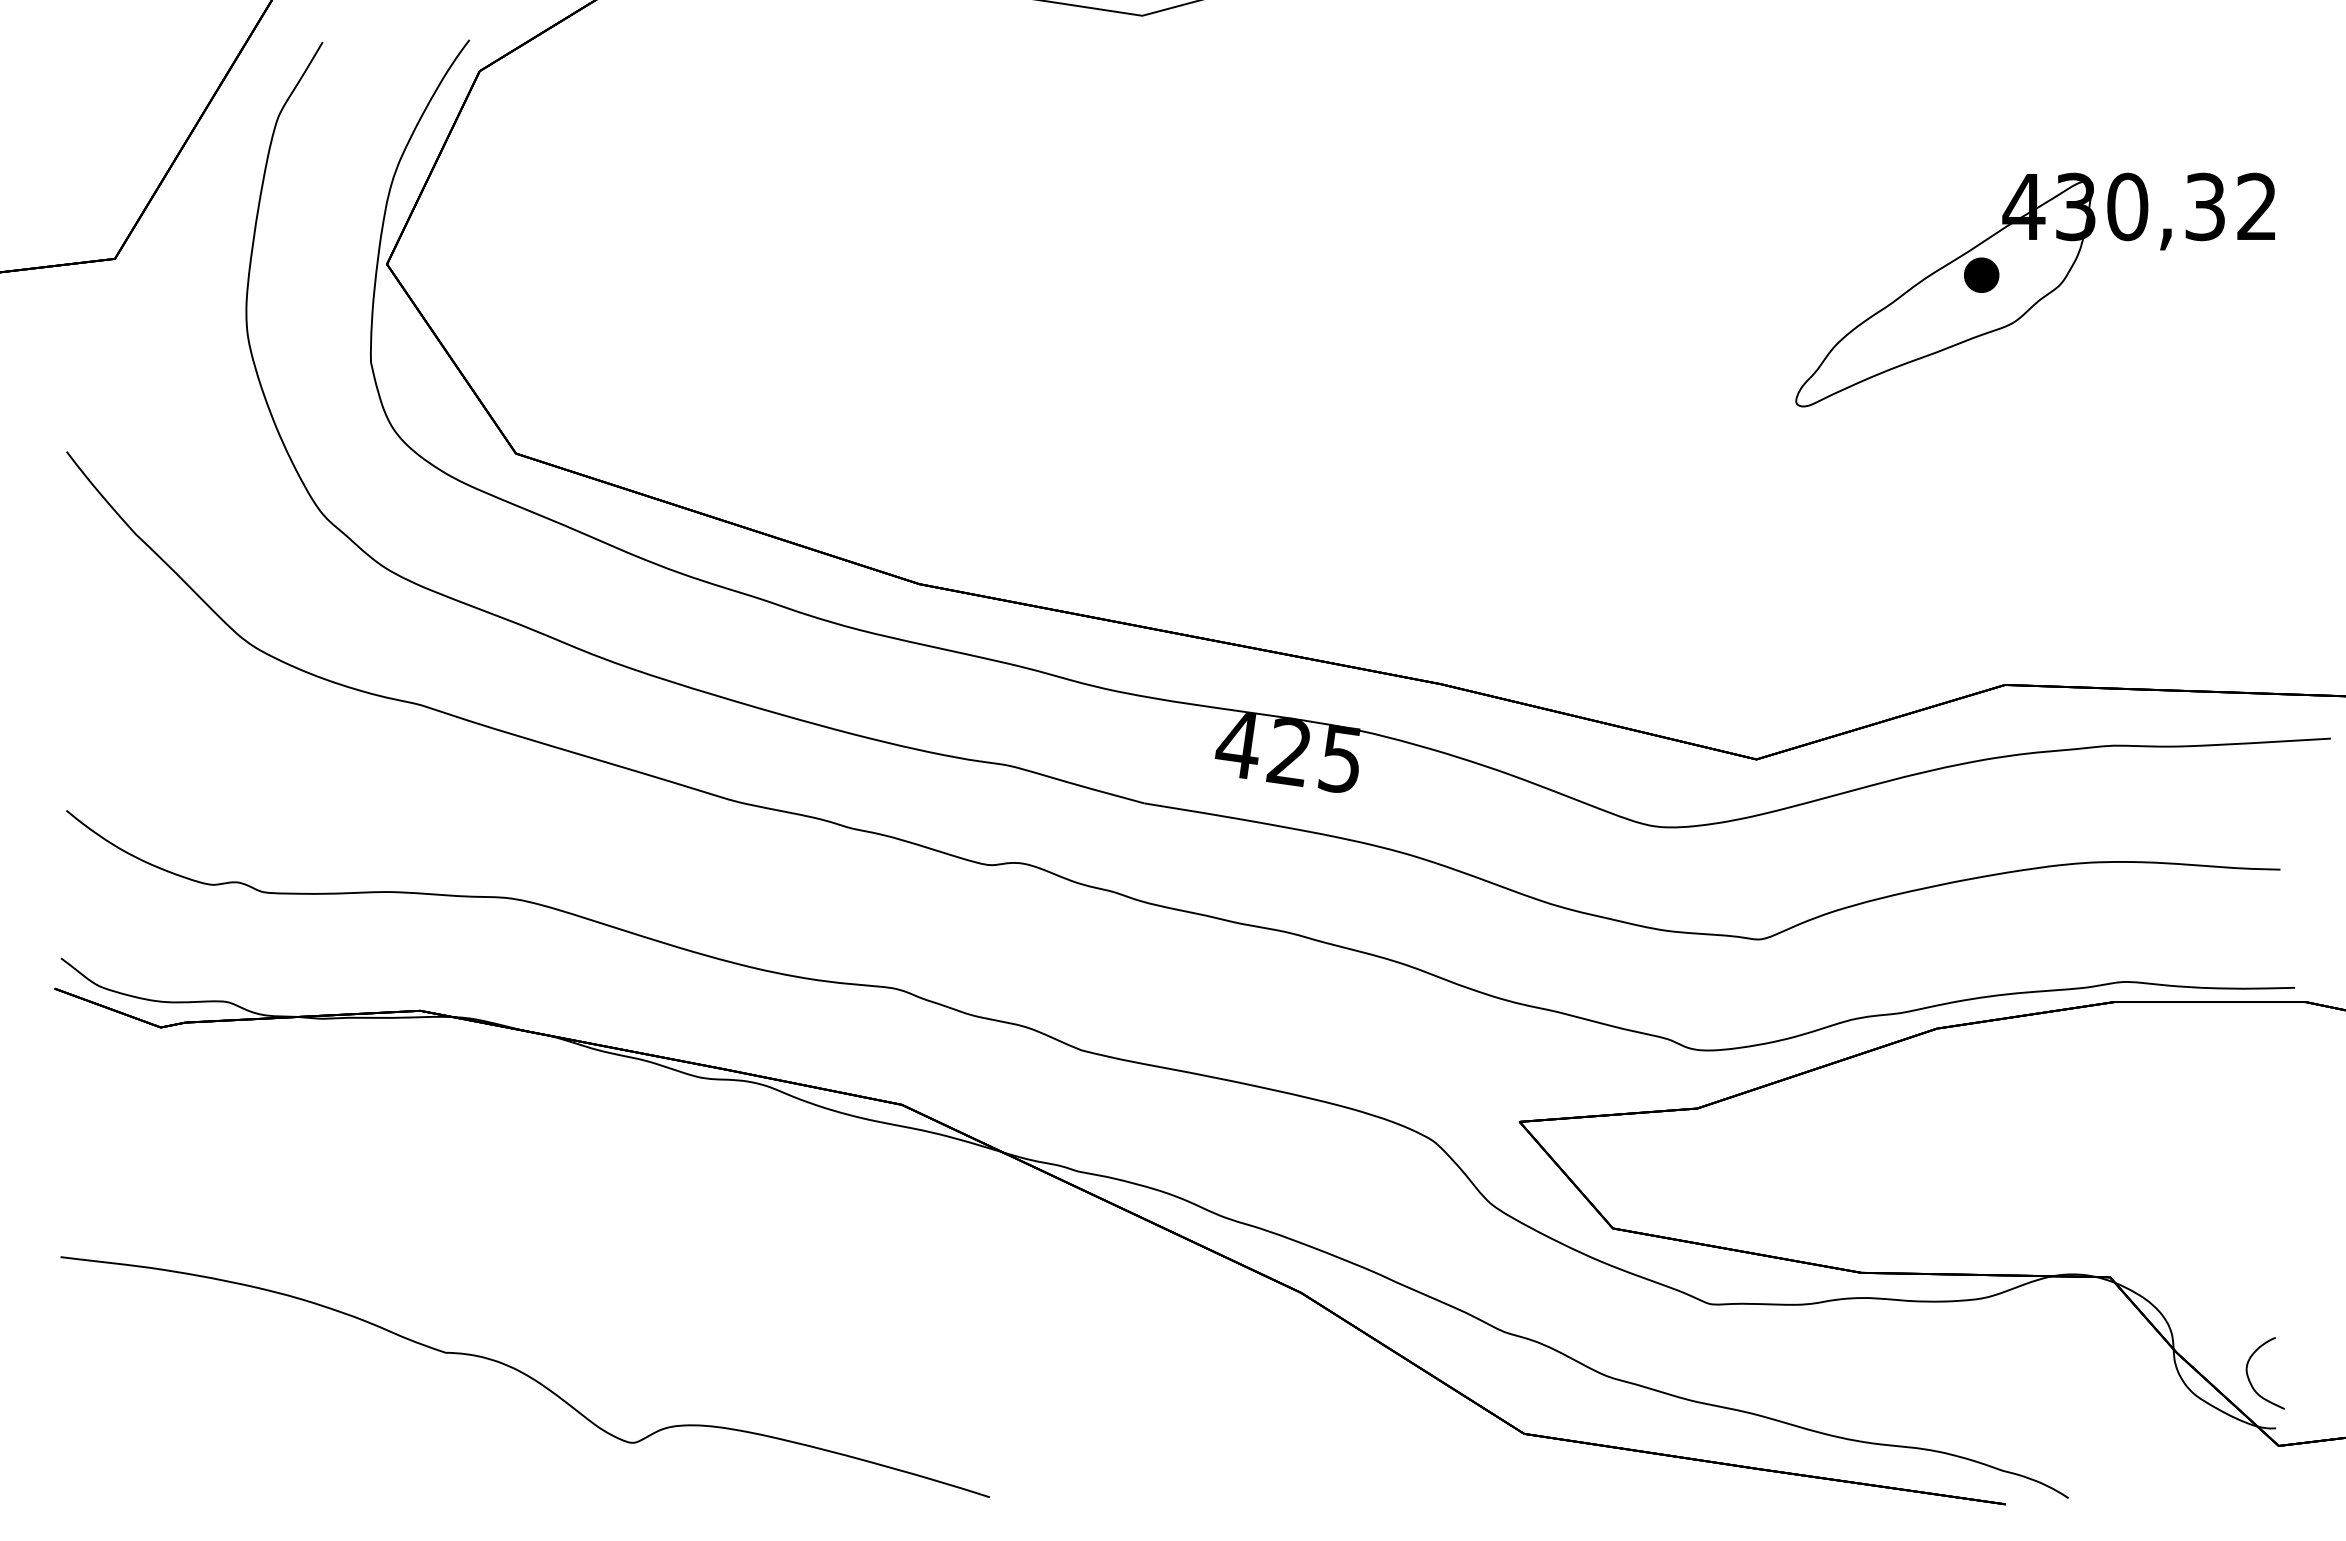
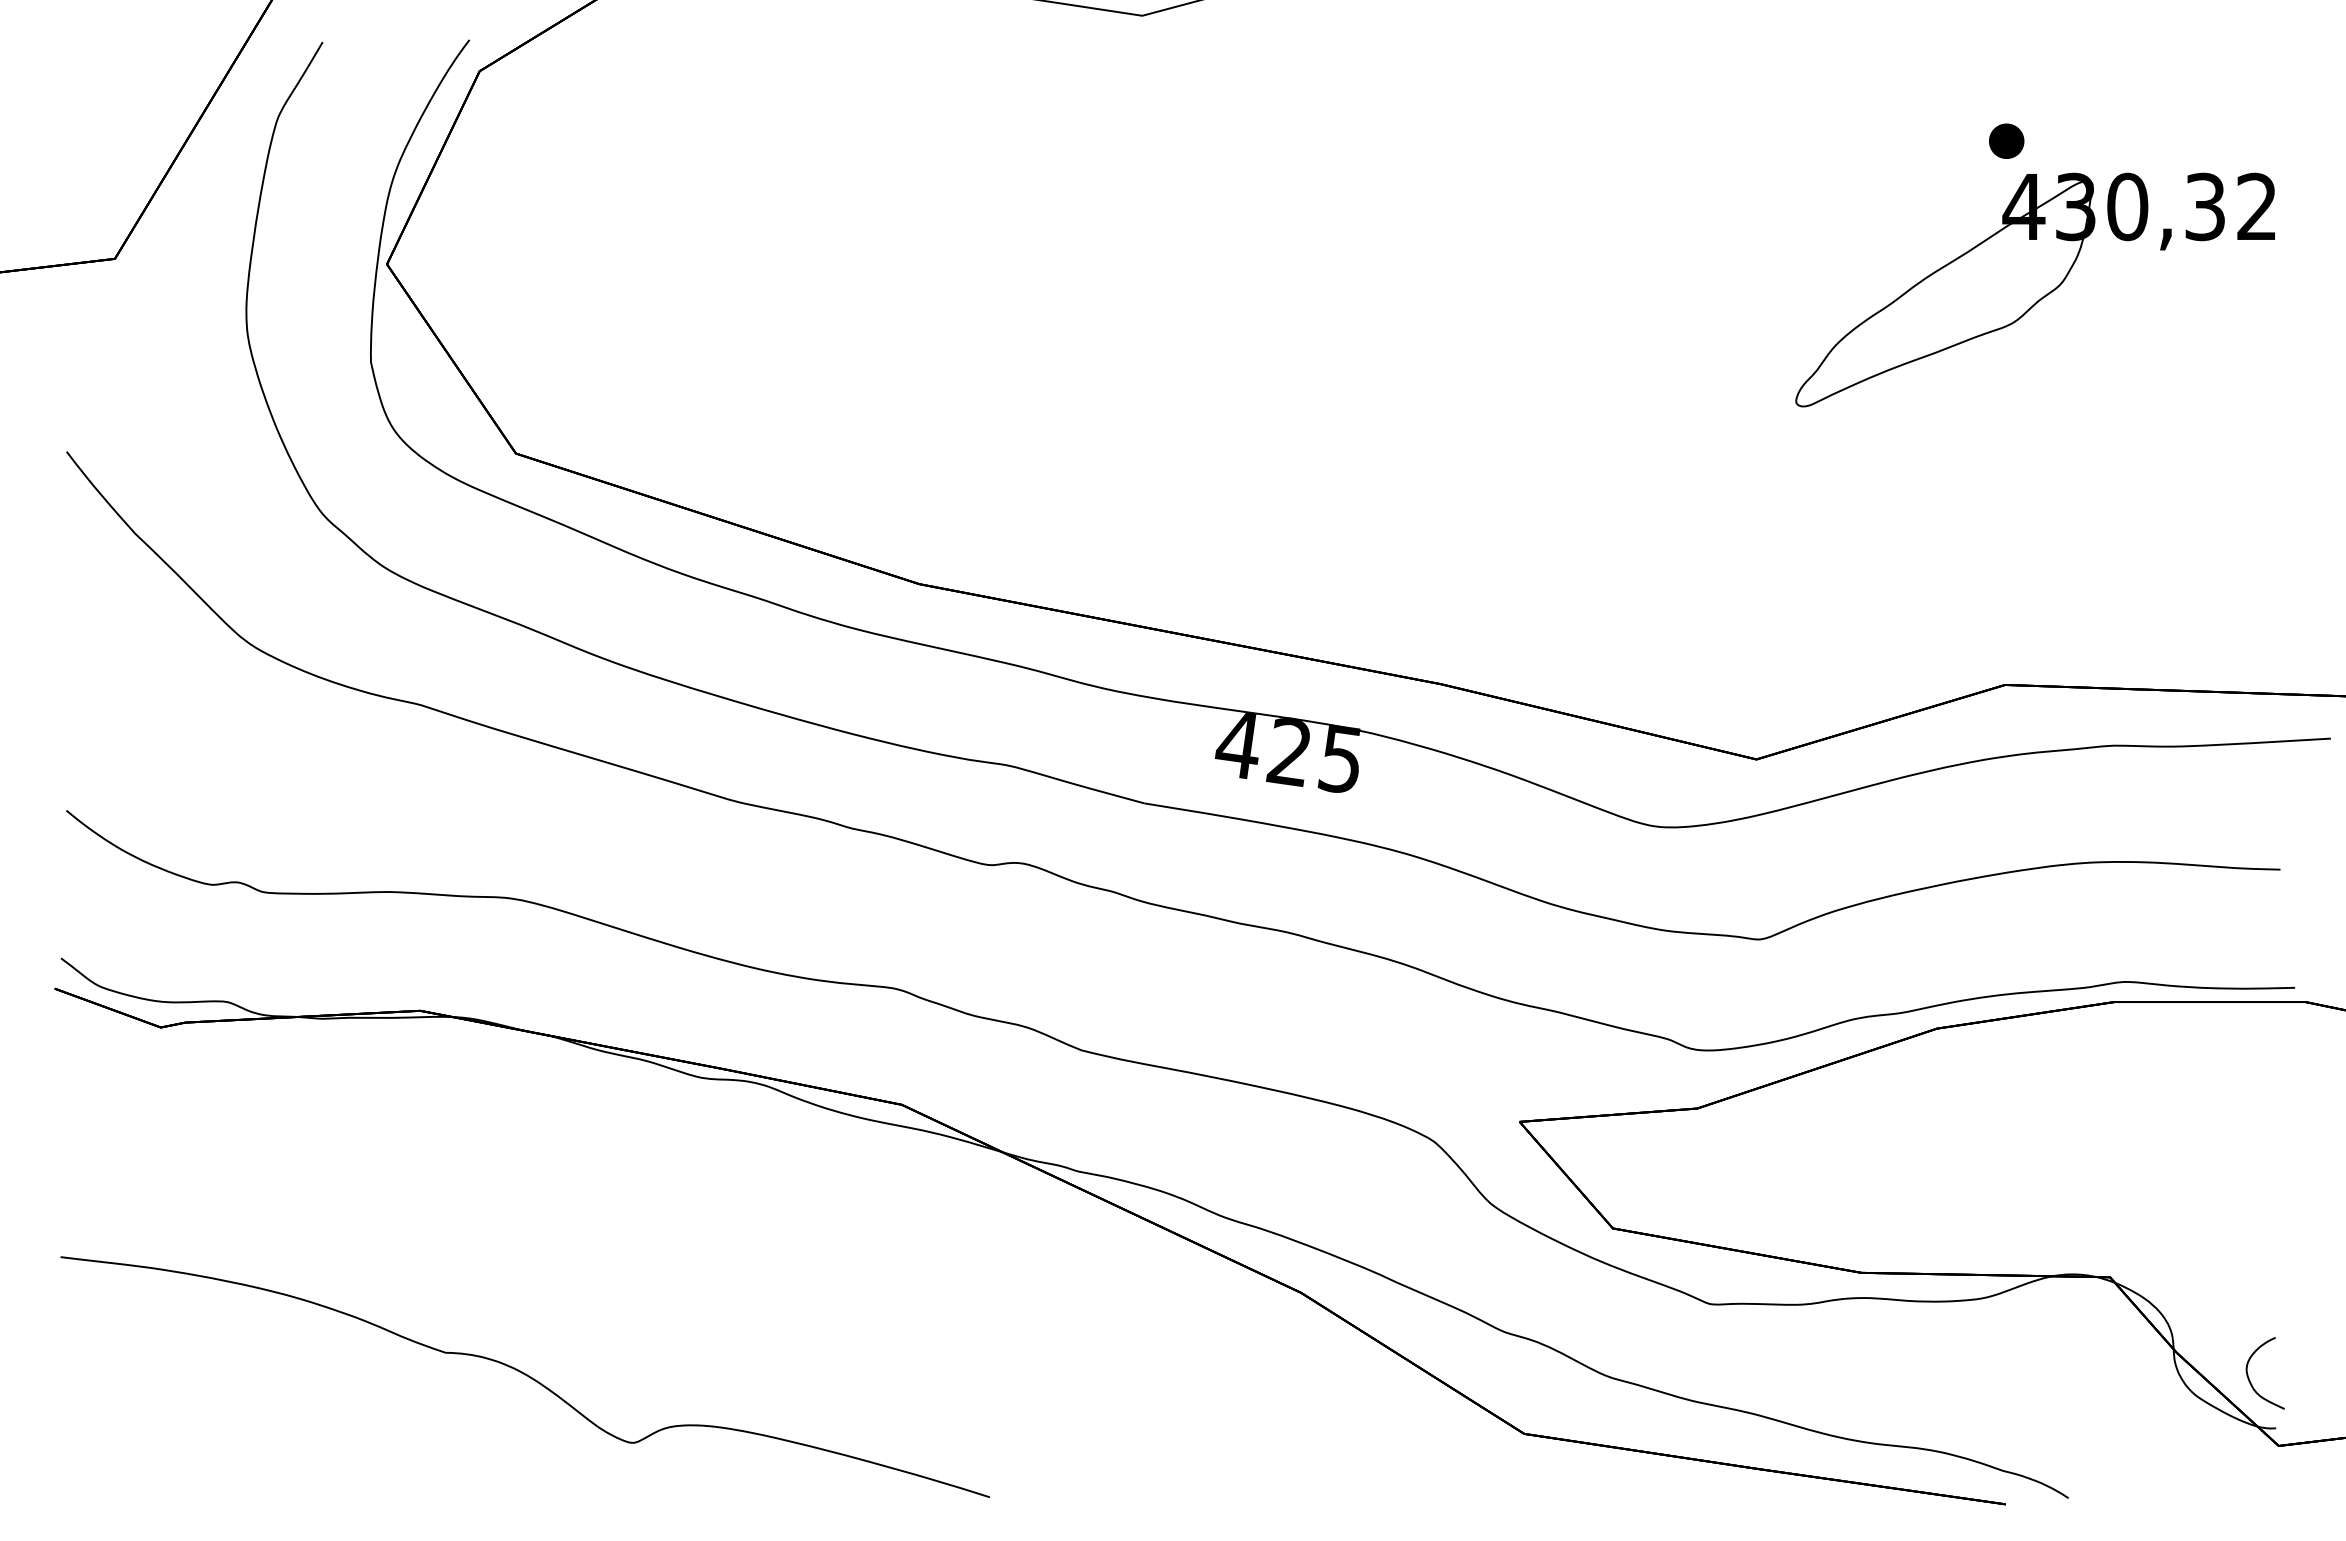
part at (1981, 274) position: (1981, 274) -> (2006, 140)
